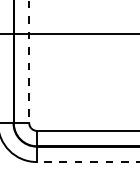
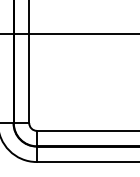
line at (29, 62): dashed -> solid
line at (87, 162): dashed -> solid
